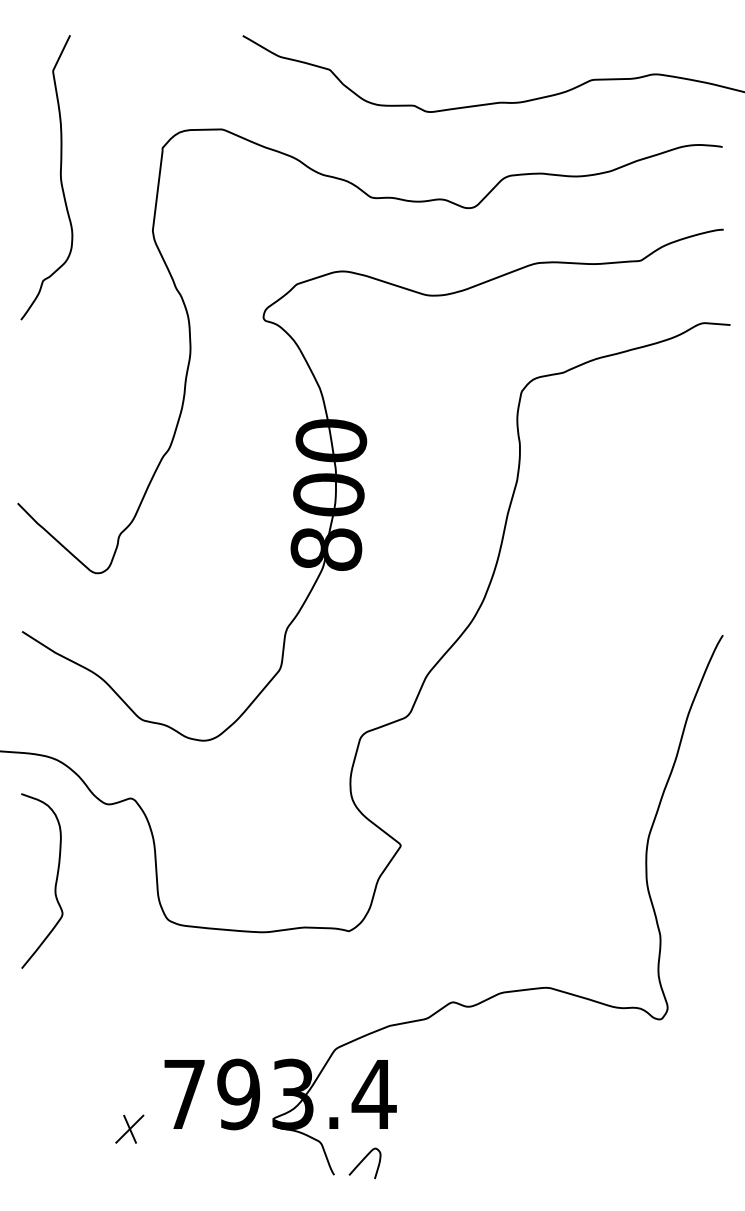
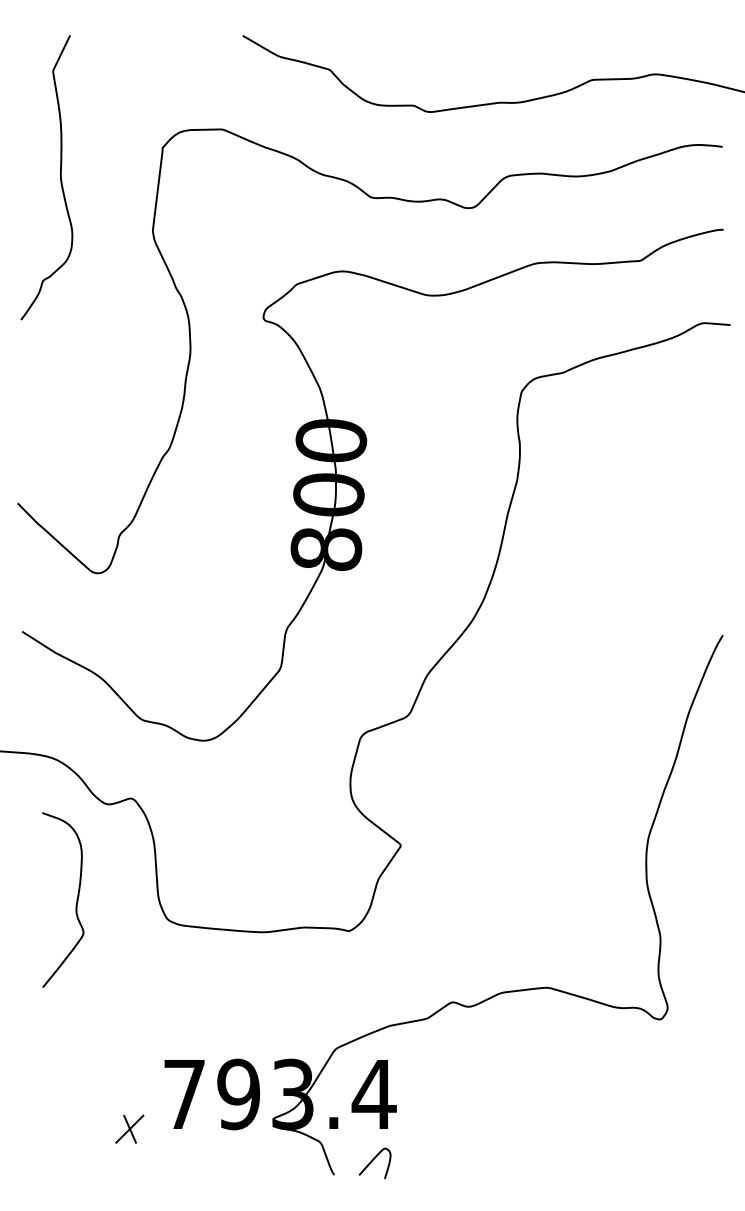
curve at (55, 880) position: (55, 880) -> (76, 899)
curve at (362, 1161) position: (362, 1161) -> (372, 1161)
